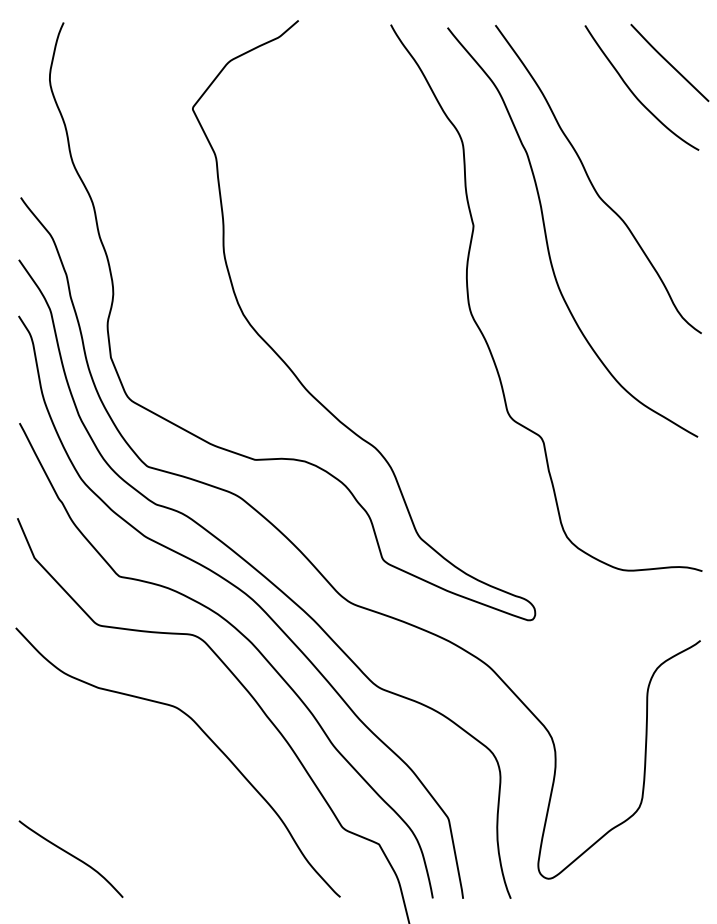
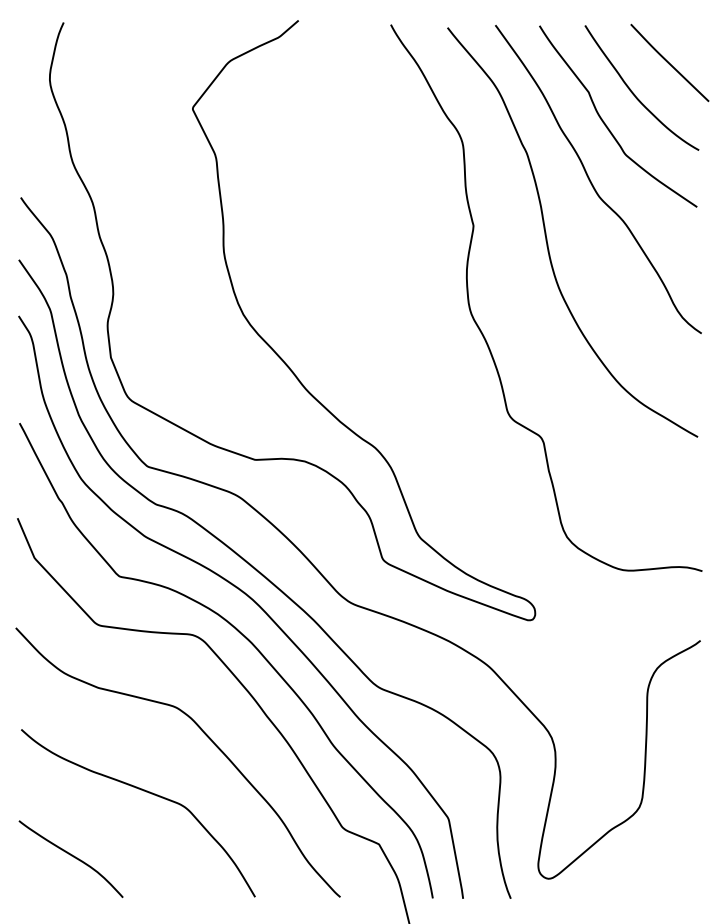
curve at (606, 124): none -> present
curve at (148, 793): none -> present
